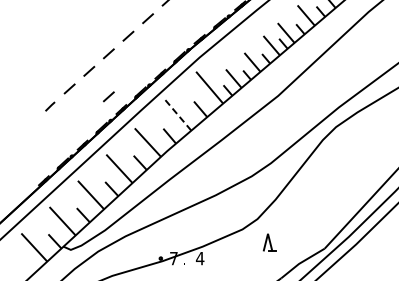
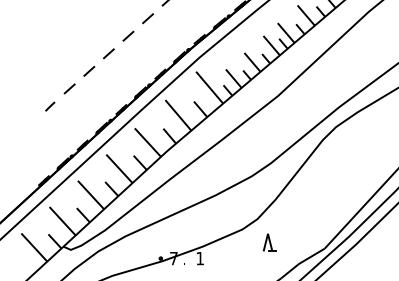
line at (108, 96): present -> none
line at (178, 115): dashed -> solid
text at (199, 258): 4 -> 1
